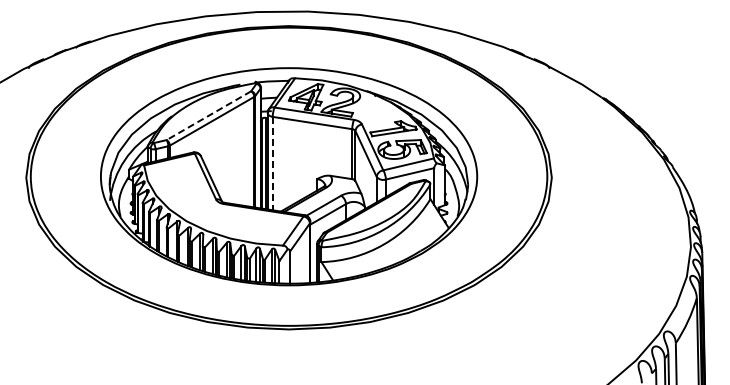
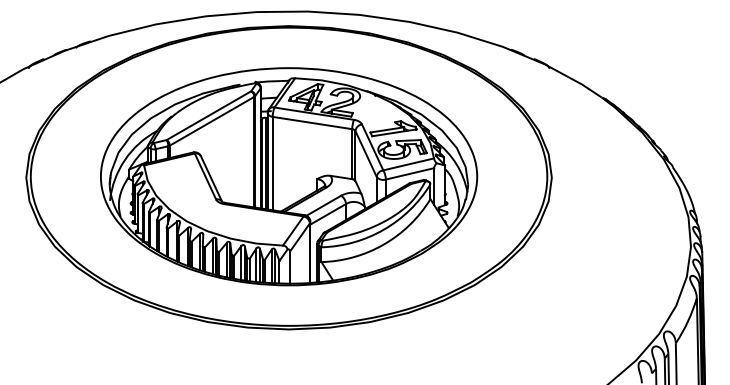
line at (208, 115): dashed -> solid
line at (272, 163): dashed -> solid
